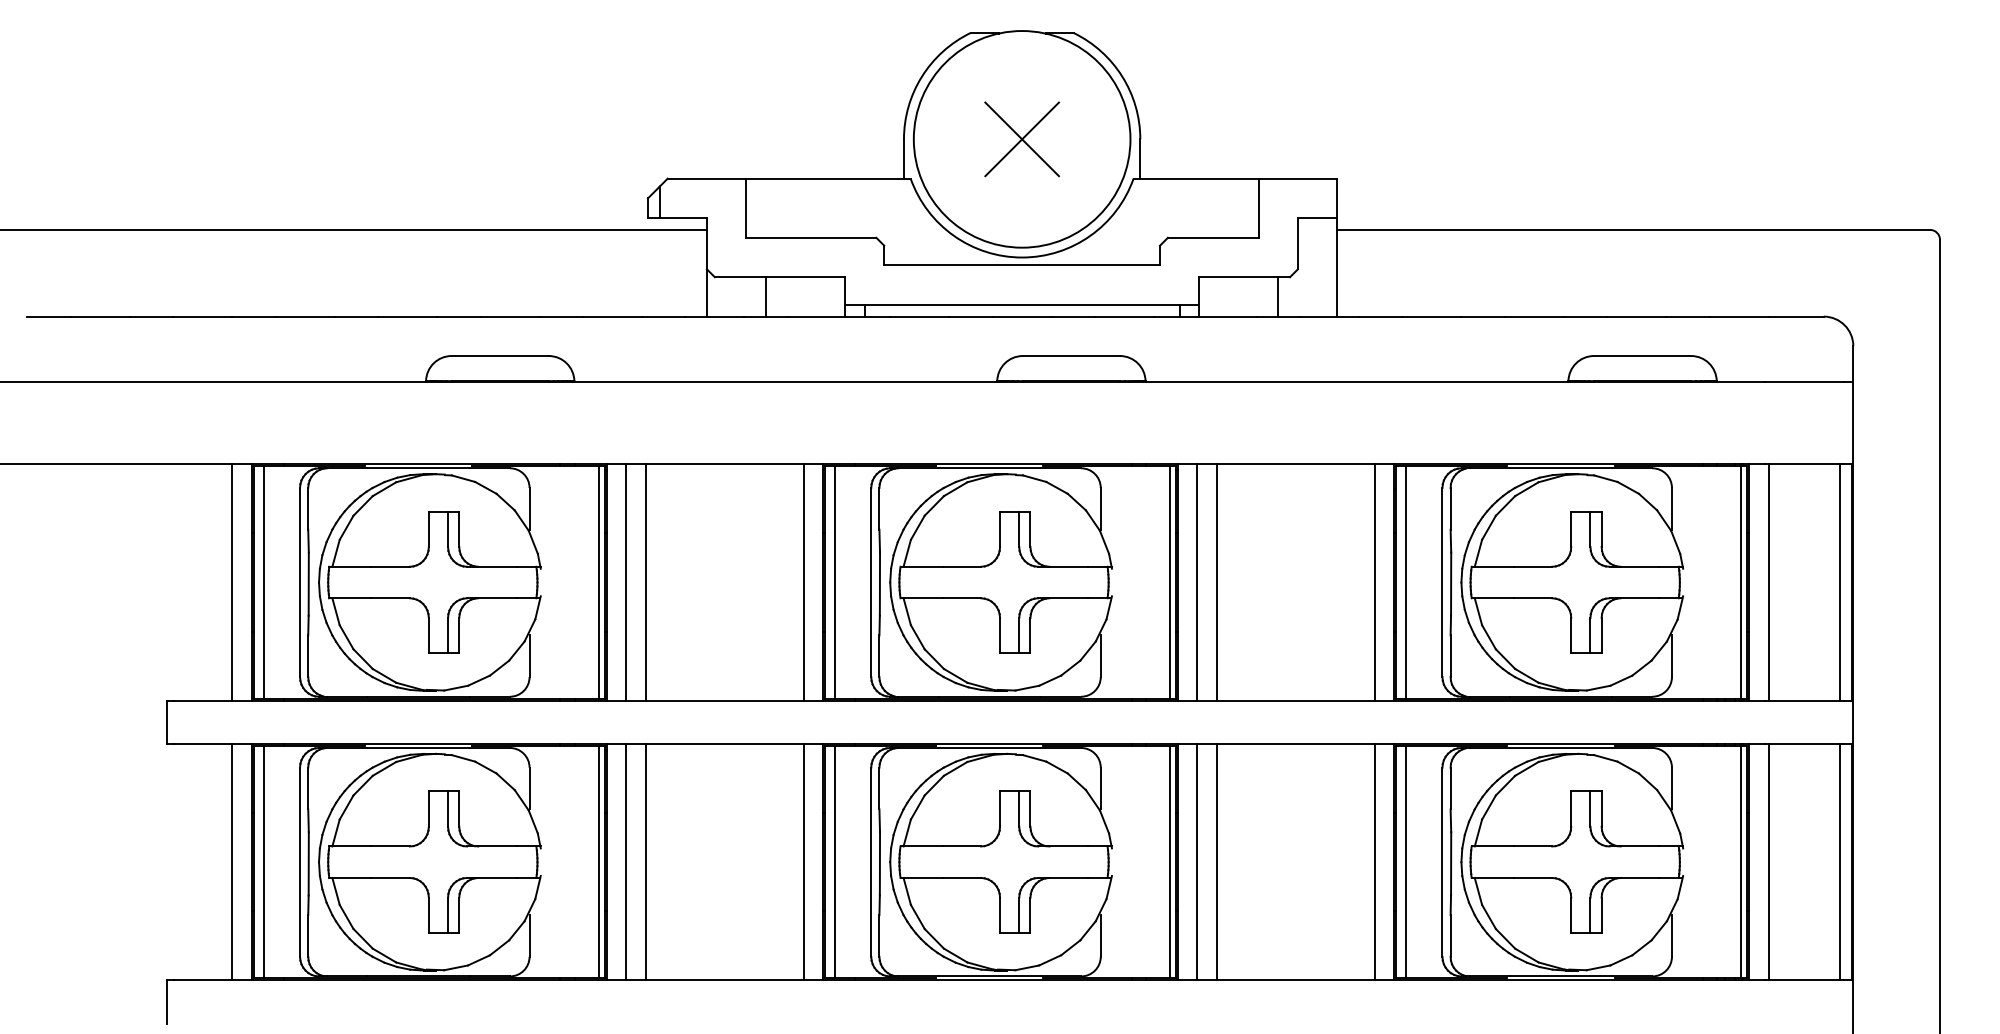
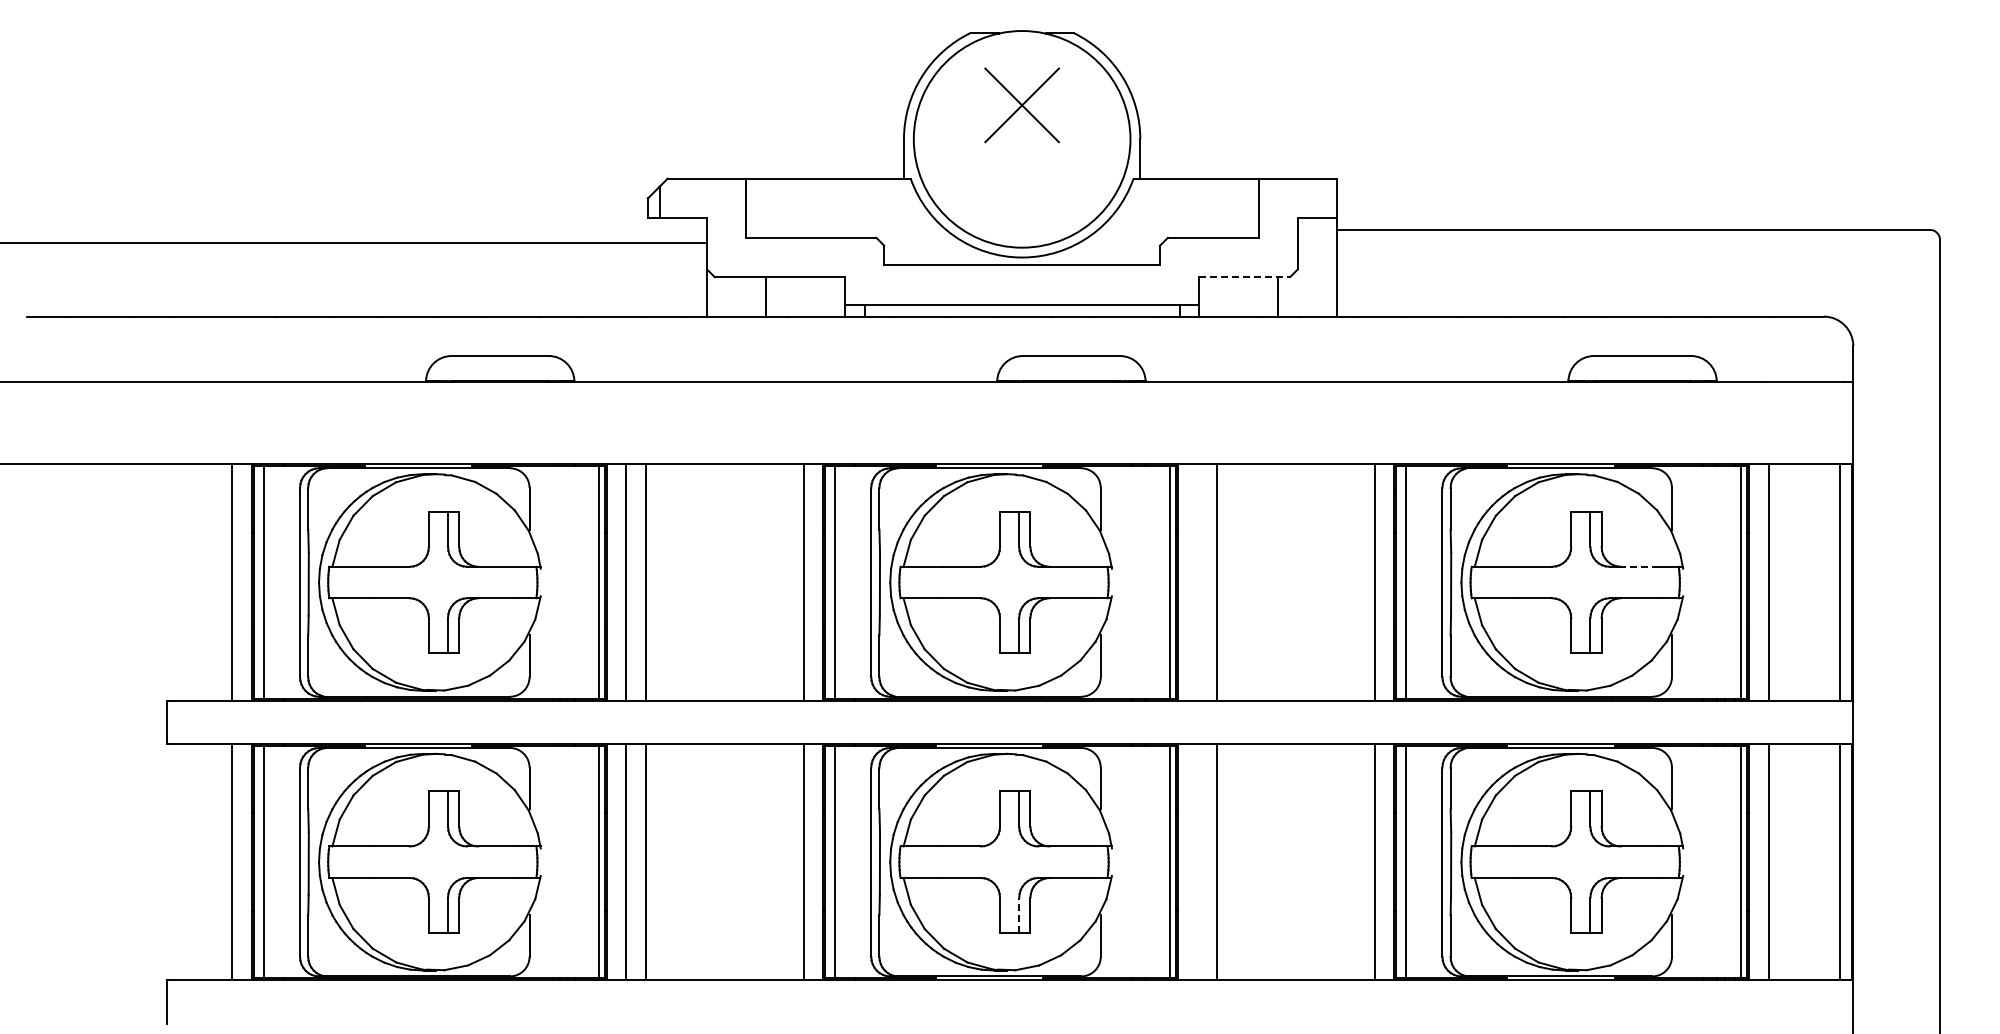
part at (1022, 139) position: (1022, 139) -> (1022, 105)
line at (354, 229) position: (354, 229) -> (354, 242)
line at (1245, 277): solid -> dashed
line at (1639, 566): solid -> dashed
line at (1197, 582): present -> none
line at (1197, 862): present -> none
line at (1019, 915): solid -> dashed
